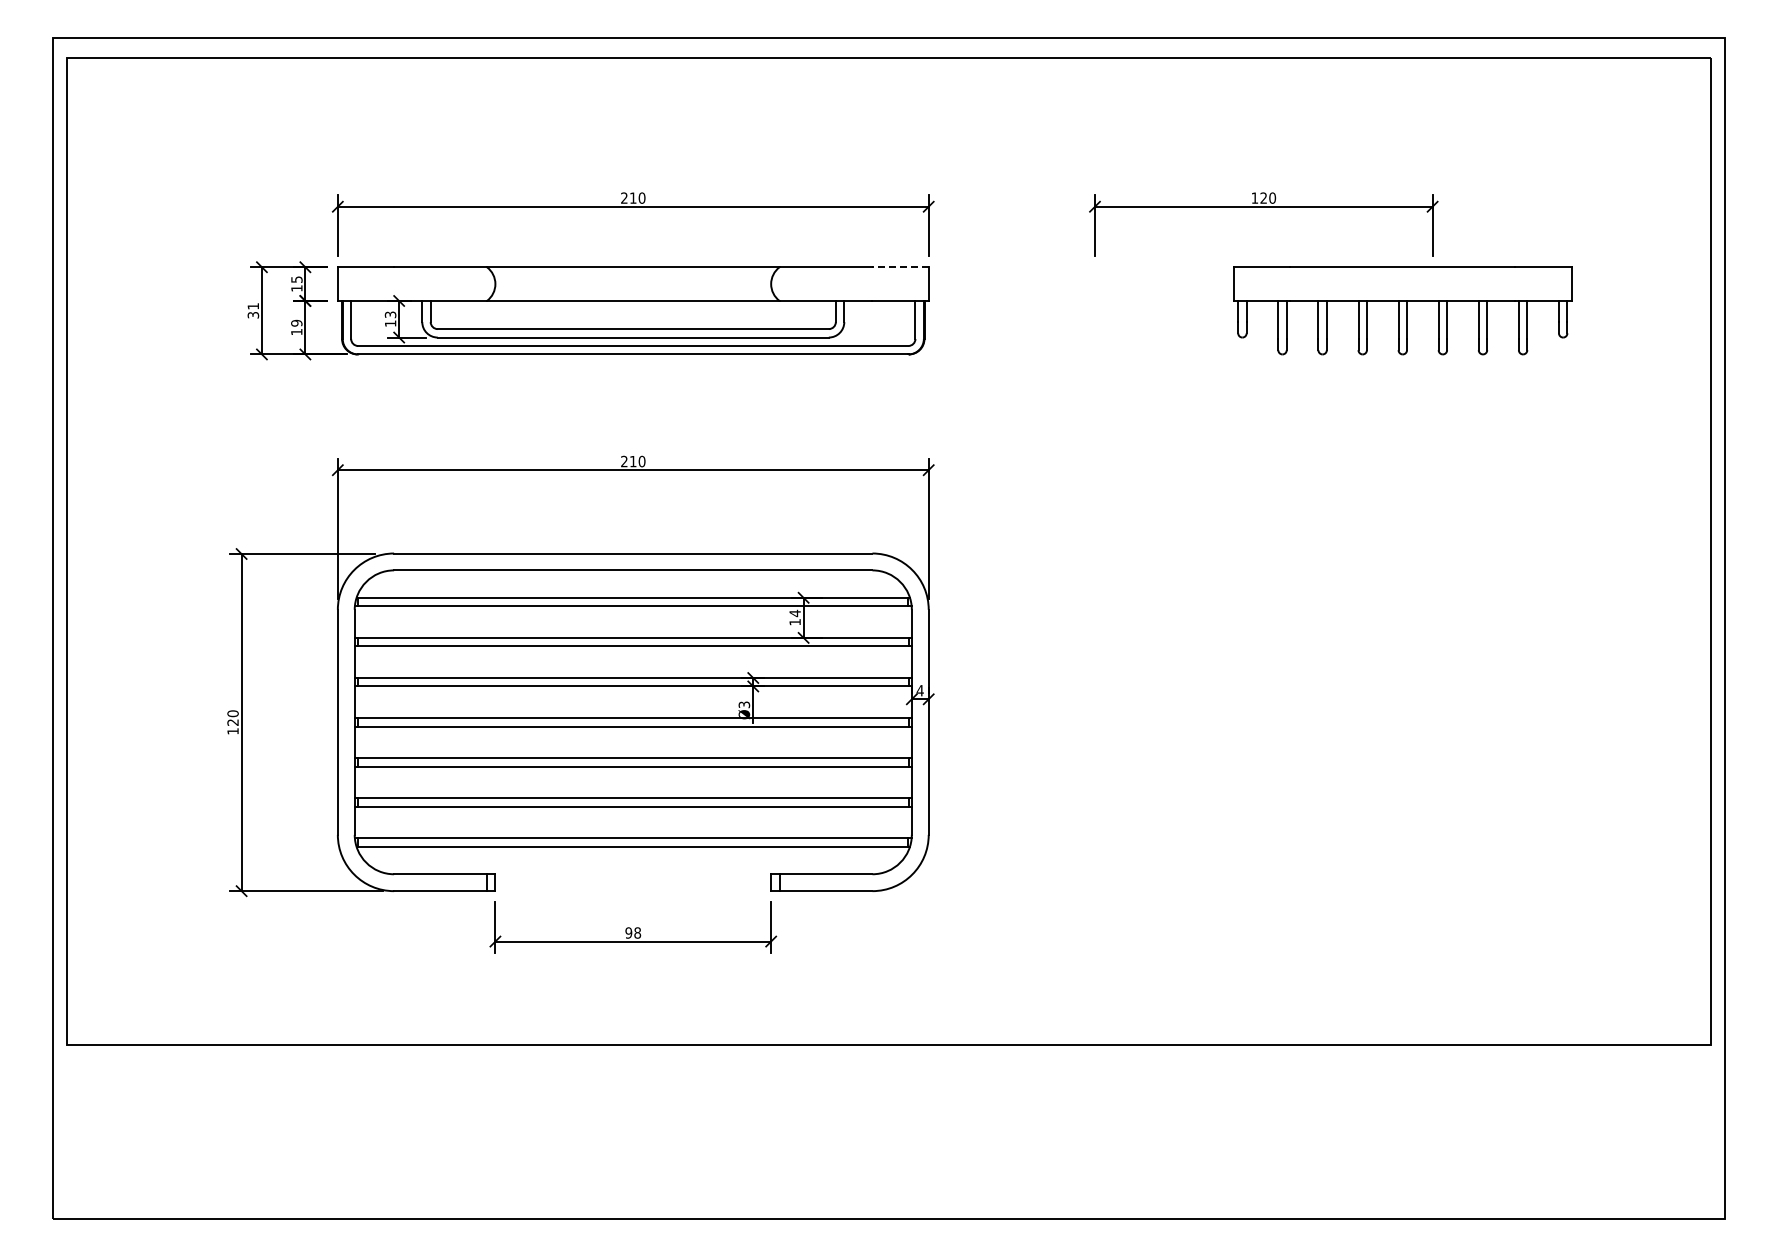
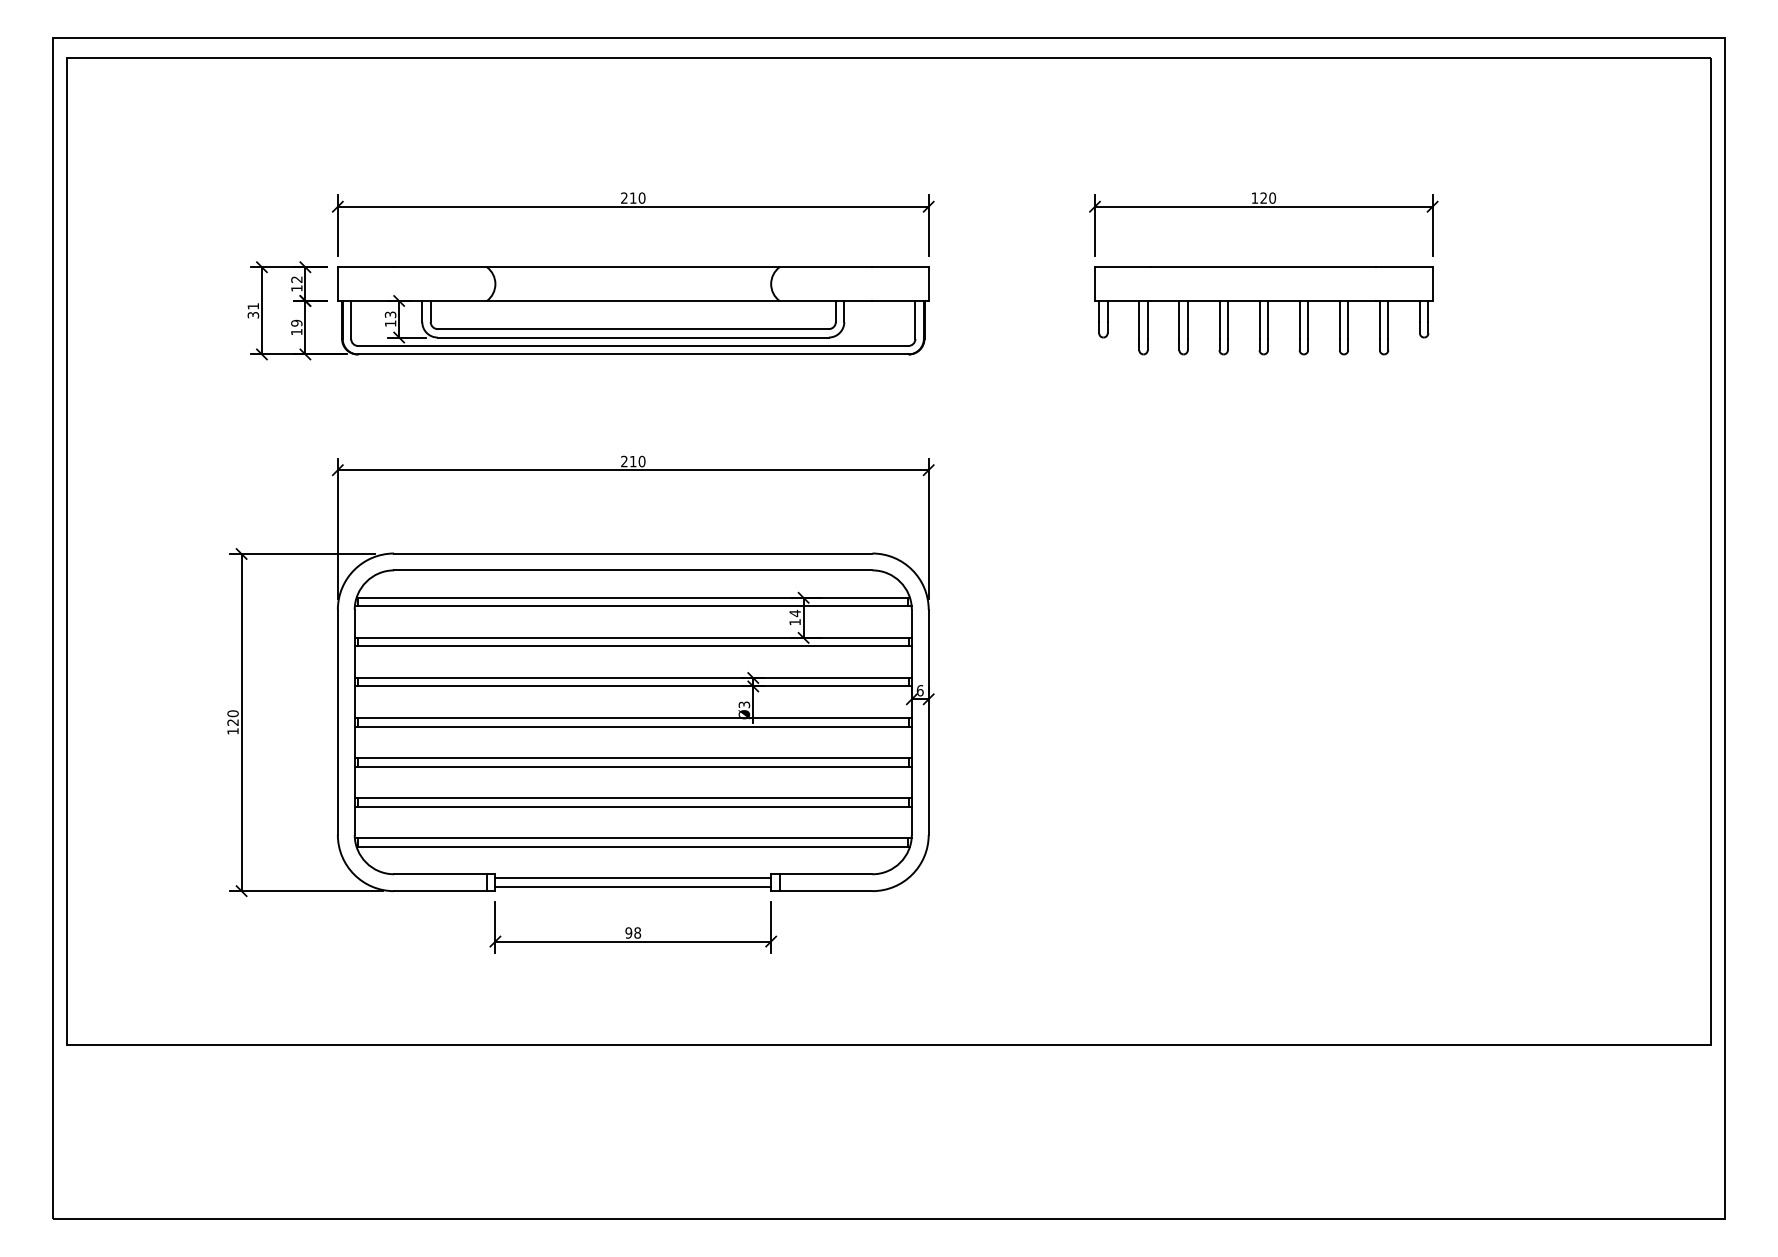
line at (900, 267): dashed -> solid
text at (296, 279): 15 -> 12
part at (1402, 310) position: (1402, 310) -> (1263, 310)
text at (919, 690): 4 -> 6
line at (633, 878): none -> present
line at (633, 886): none -> present
